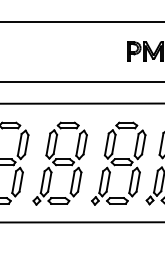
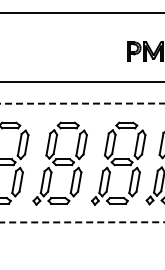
line at (81, 22) position: (81, 22) -> (81, 13)
line at (82, 103): solid -> dashed
line at (82, 222): solid -> dashed
